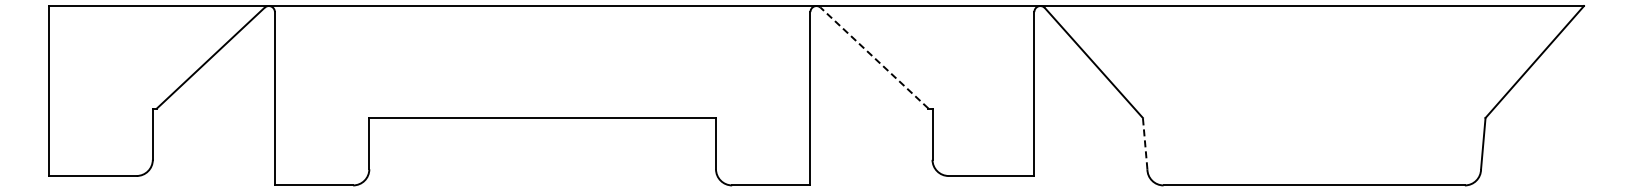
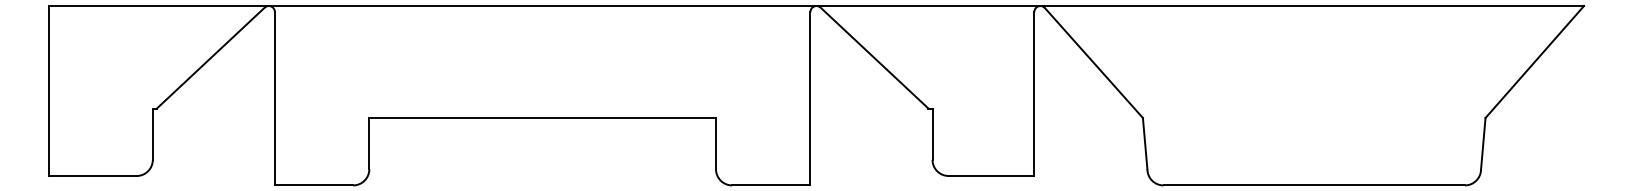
line at (874, 58): dashed -> solid
line at (1145, 143): dashed -> solid
